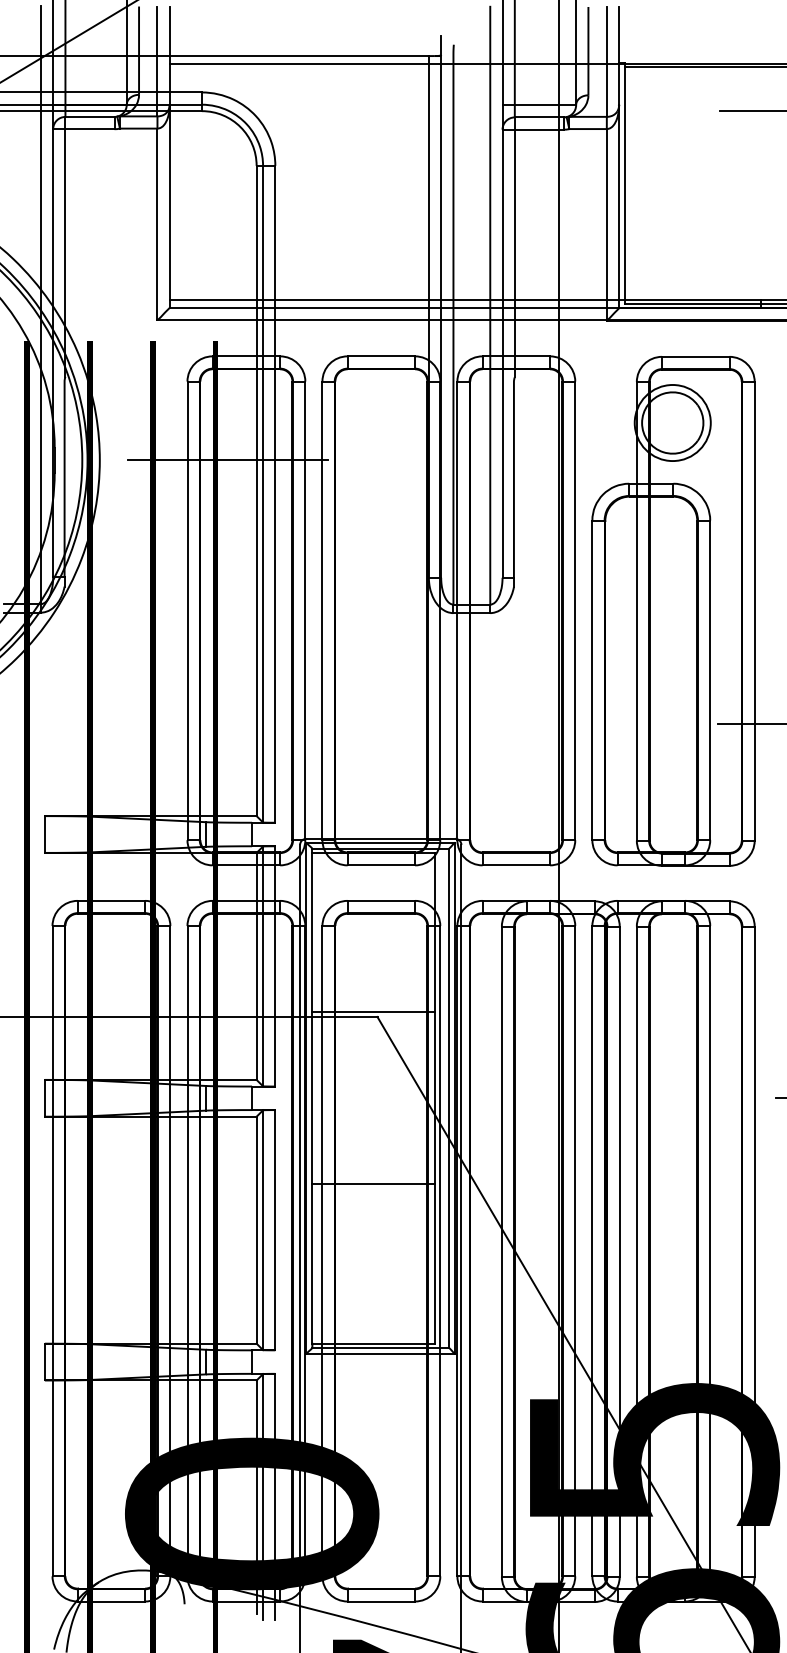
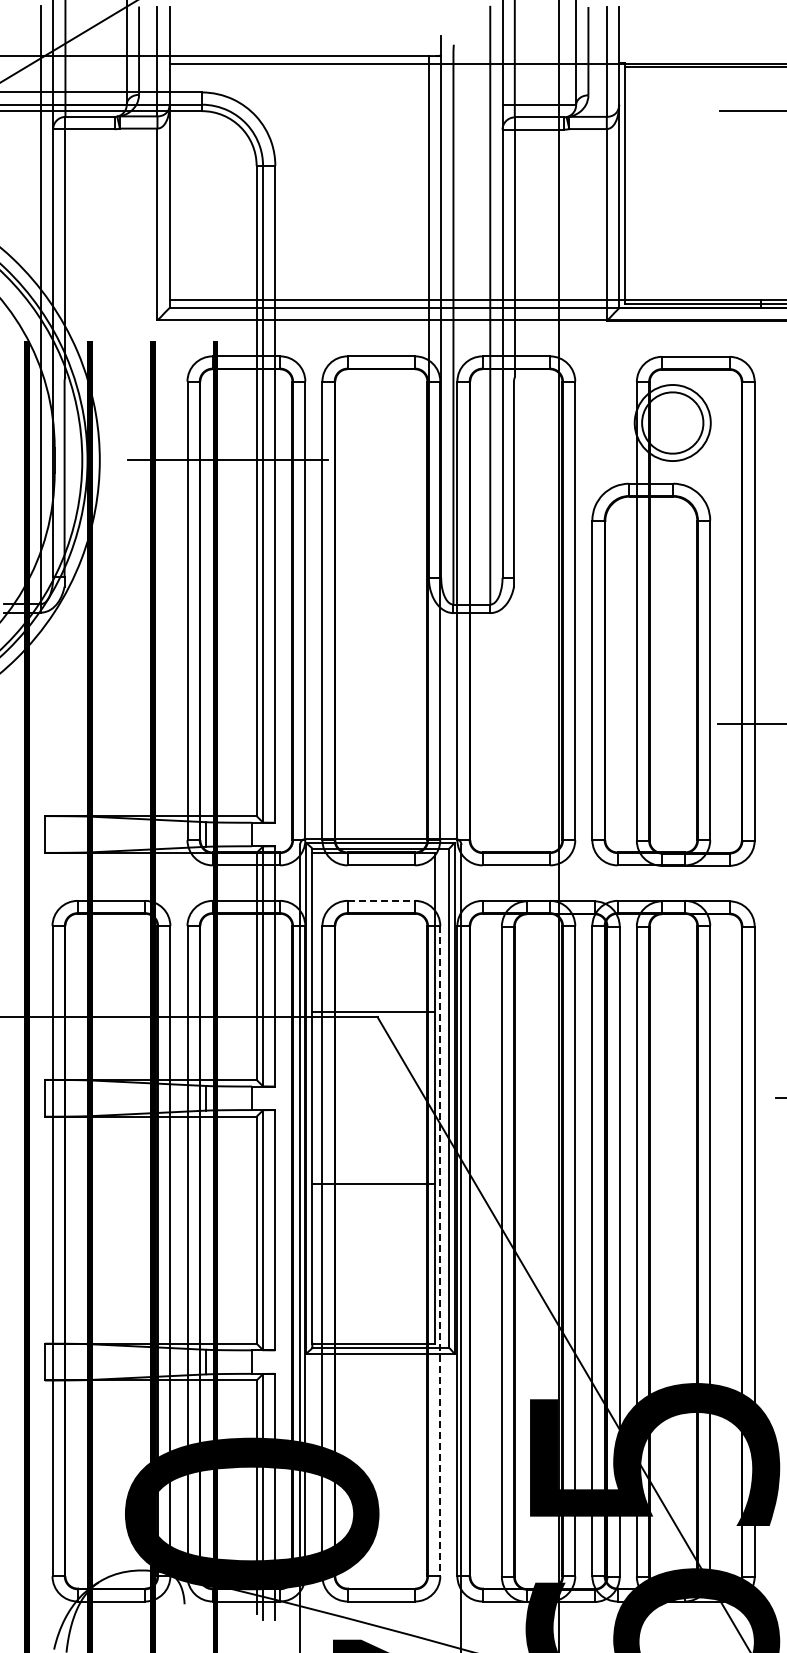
line at (381, 900): solid -> dashed
line at (440, 1251): solid -> dashed
